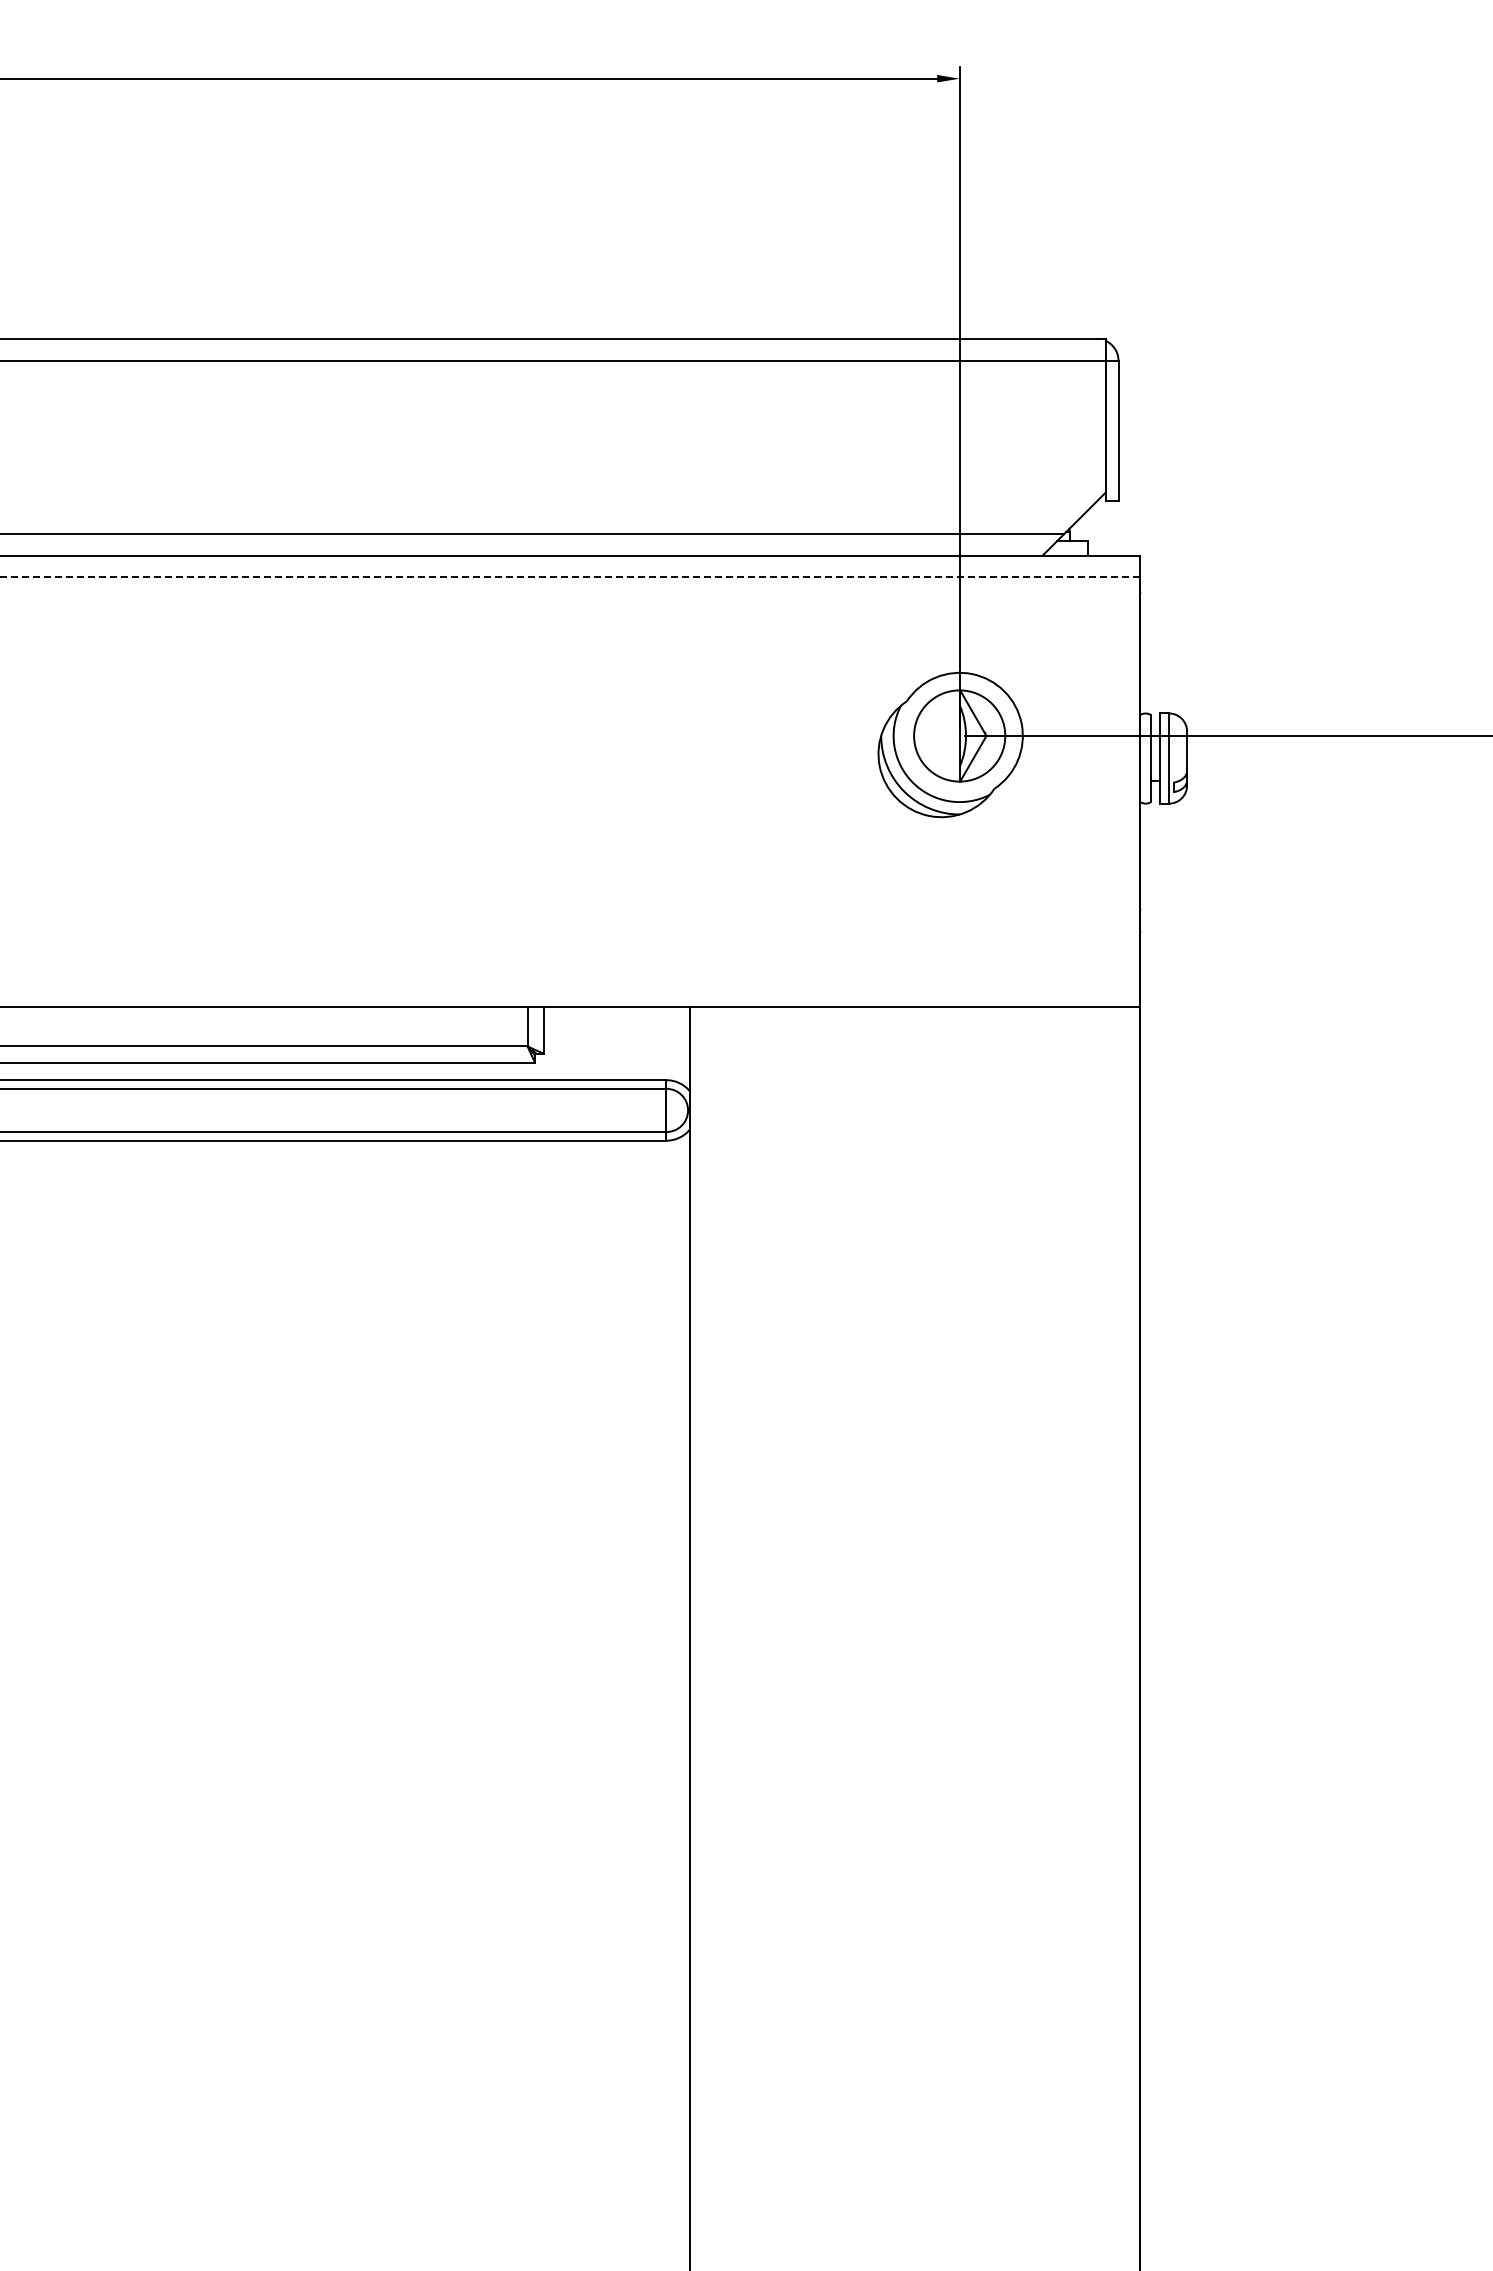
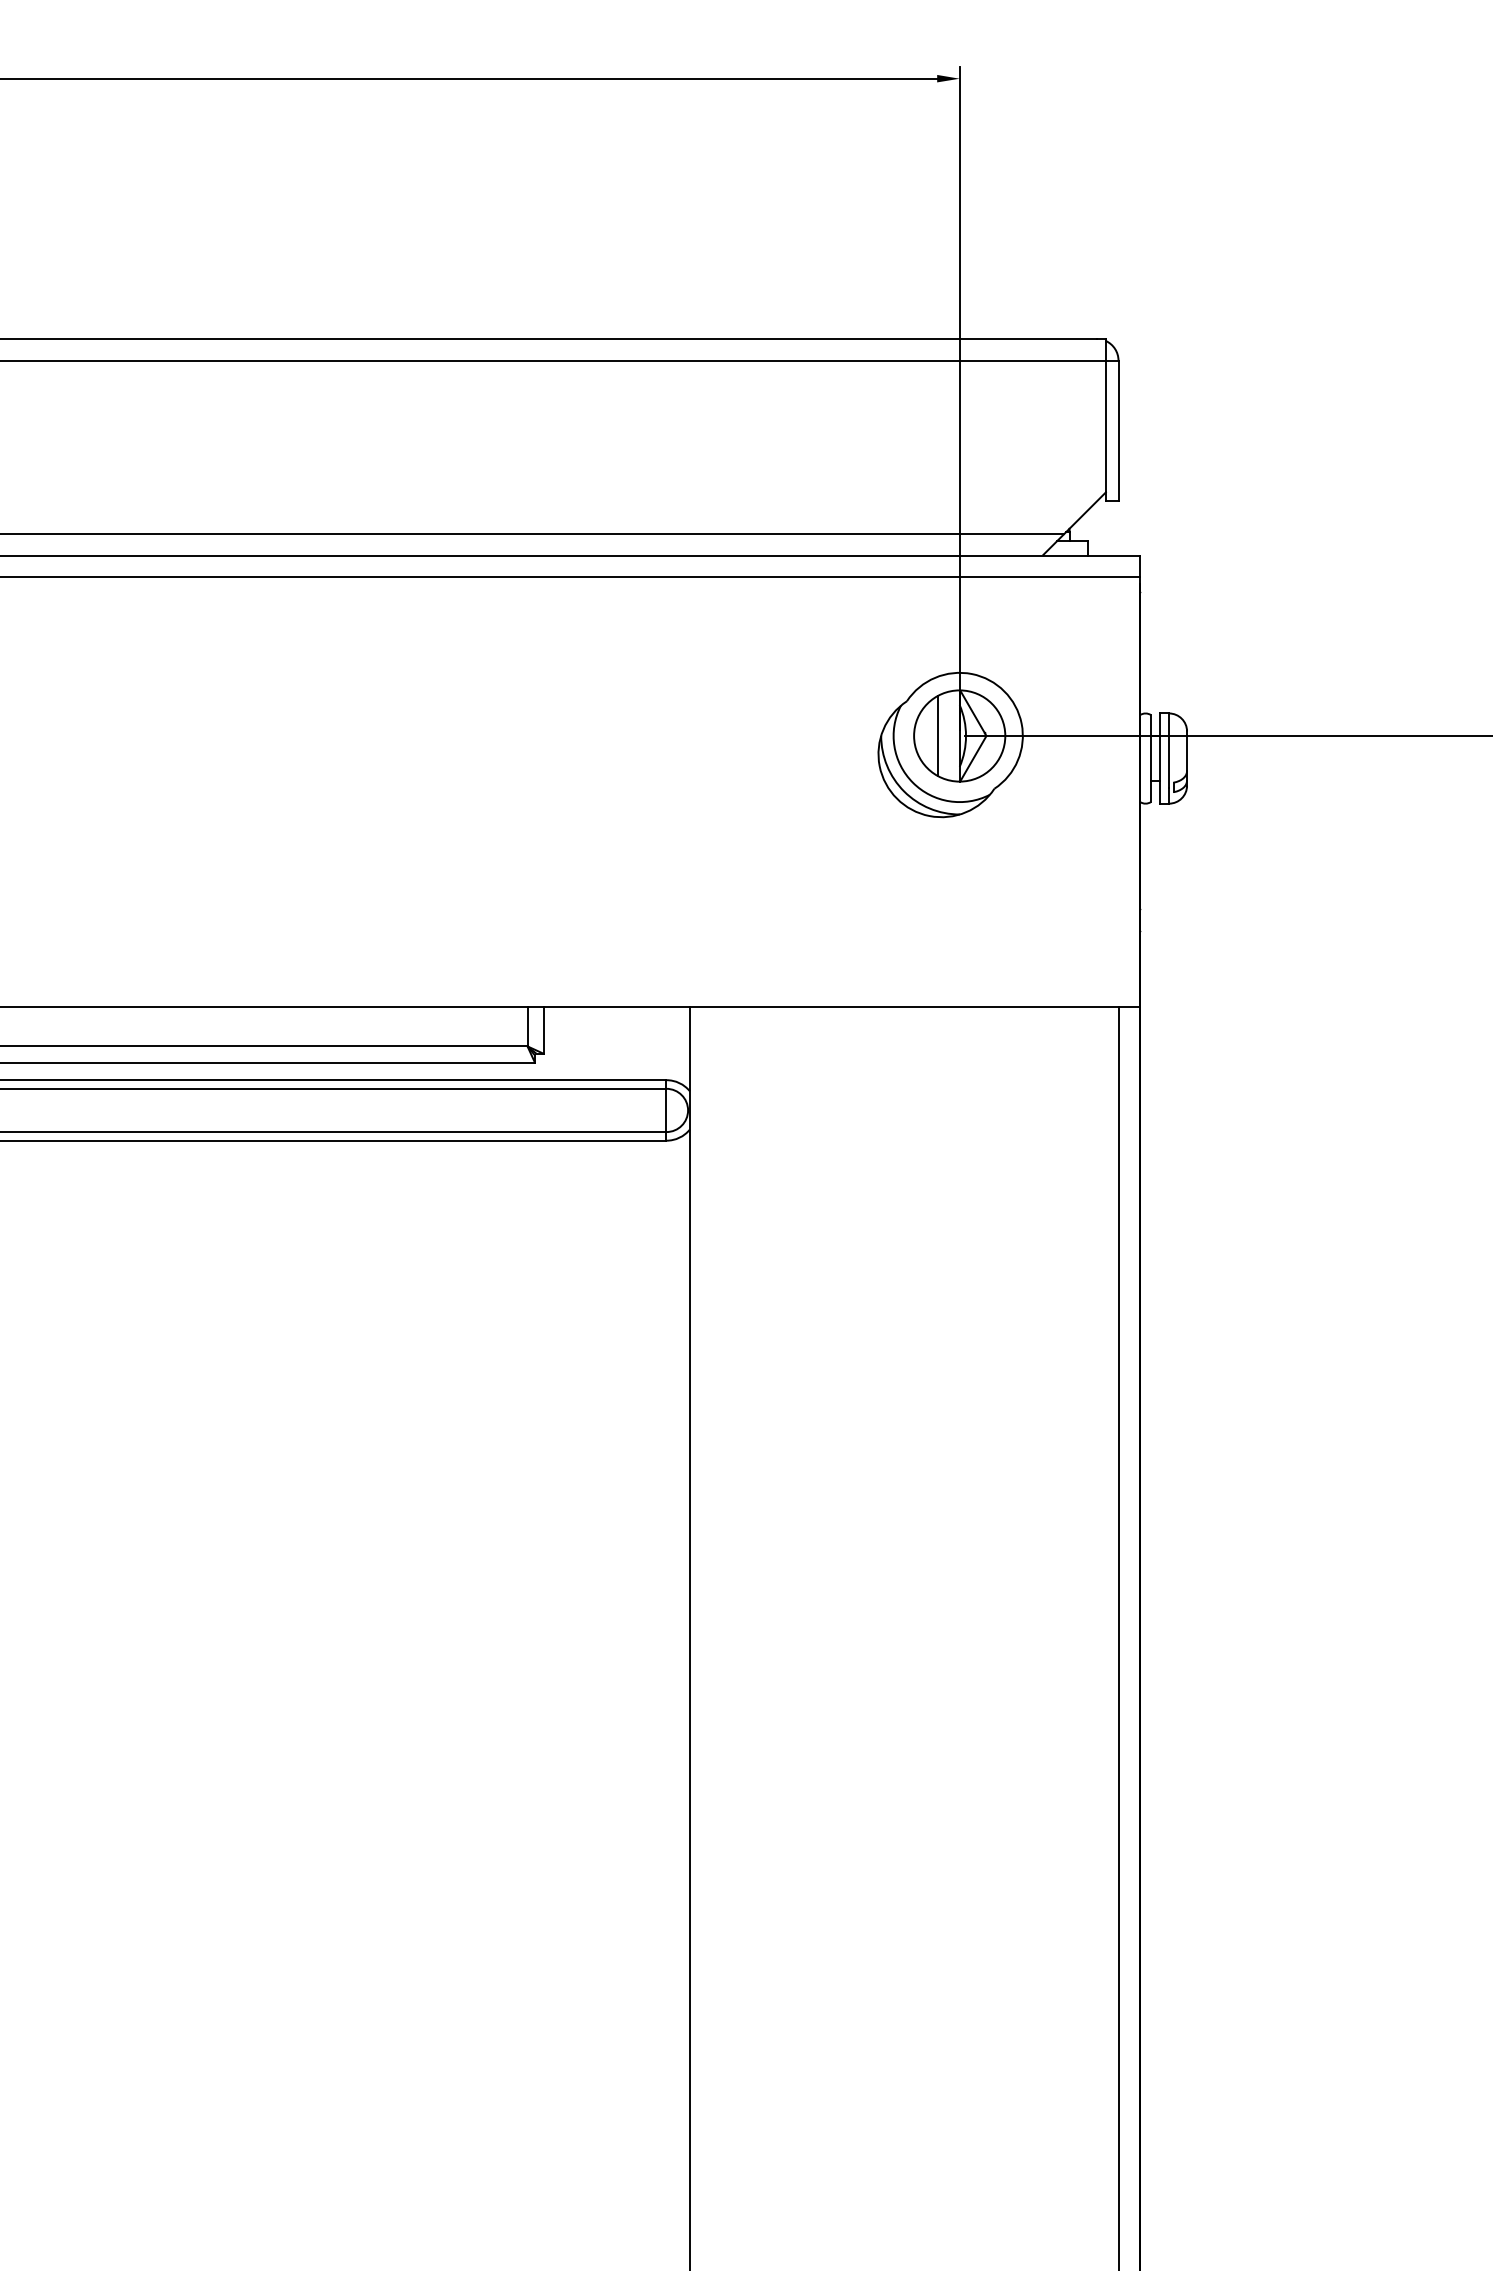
line at (569, 577): dashed -> solid
line at (938, 735): none -> present
line at (1118, 1636): none -> present
